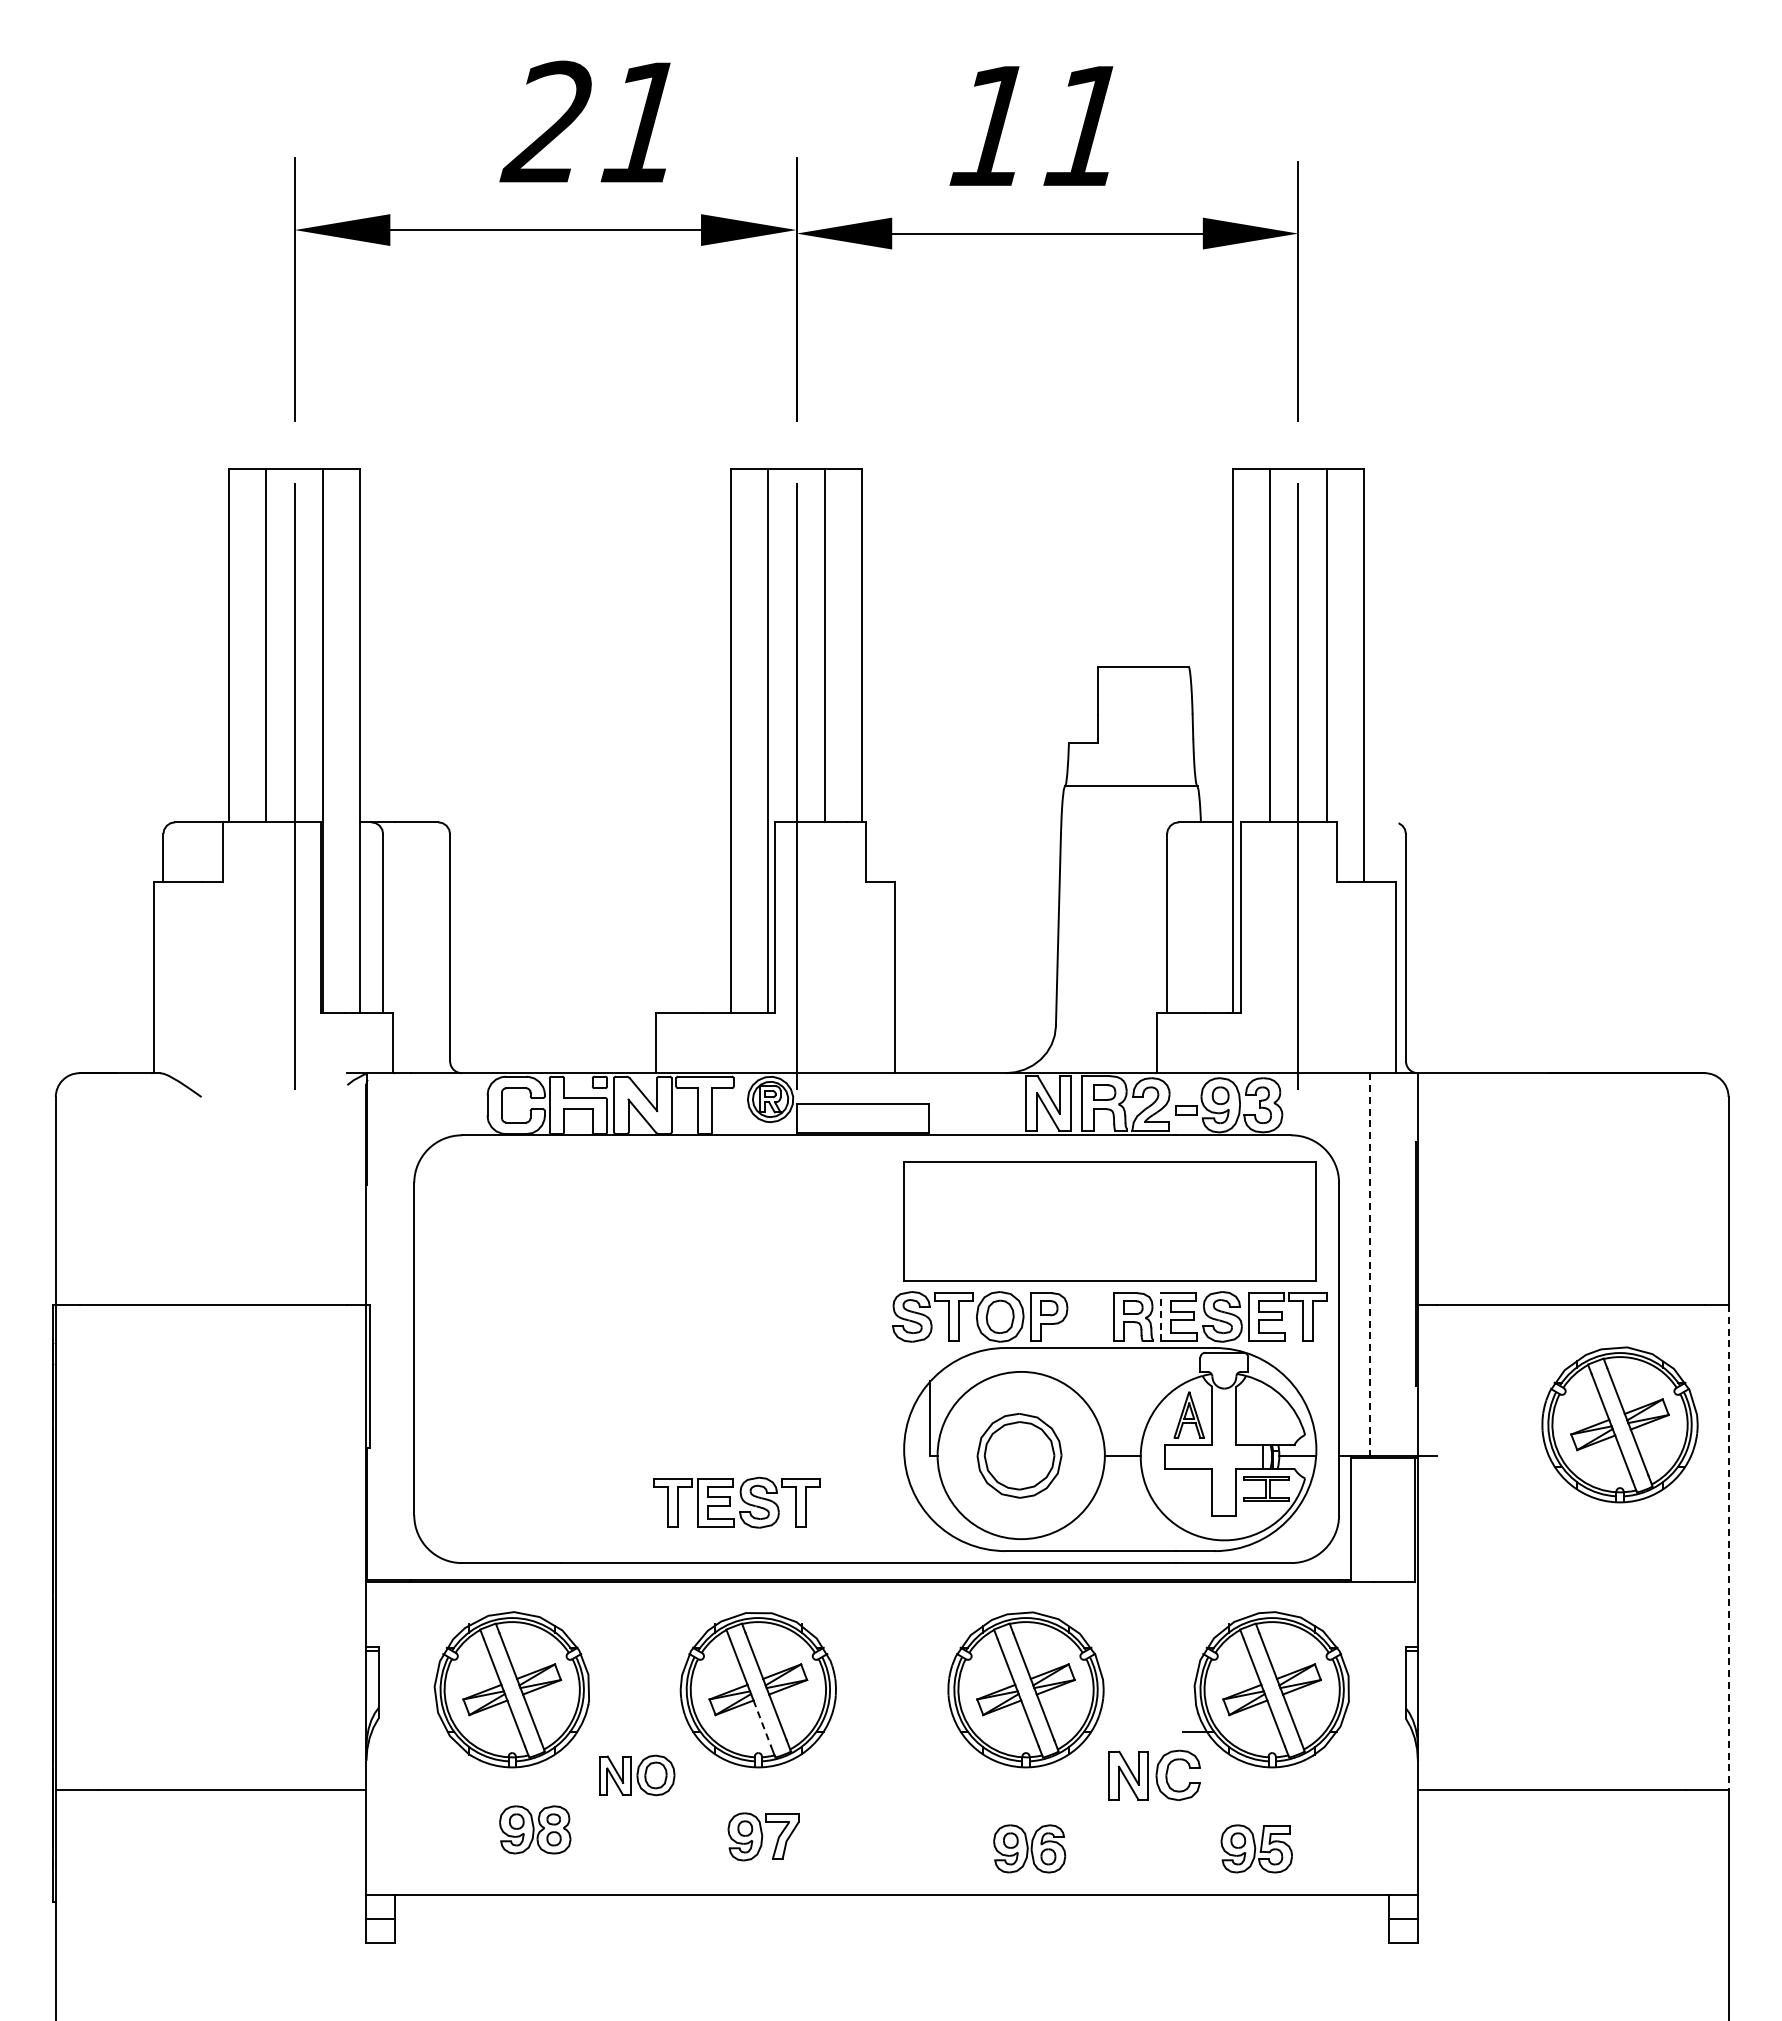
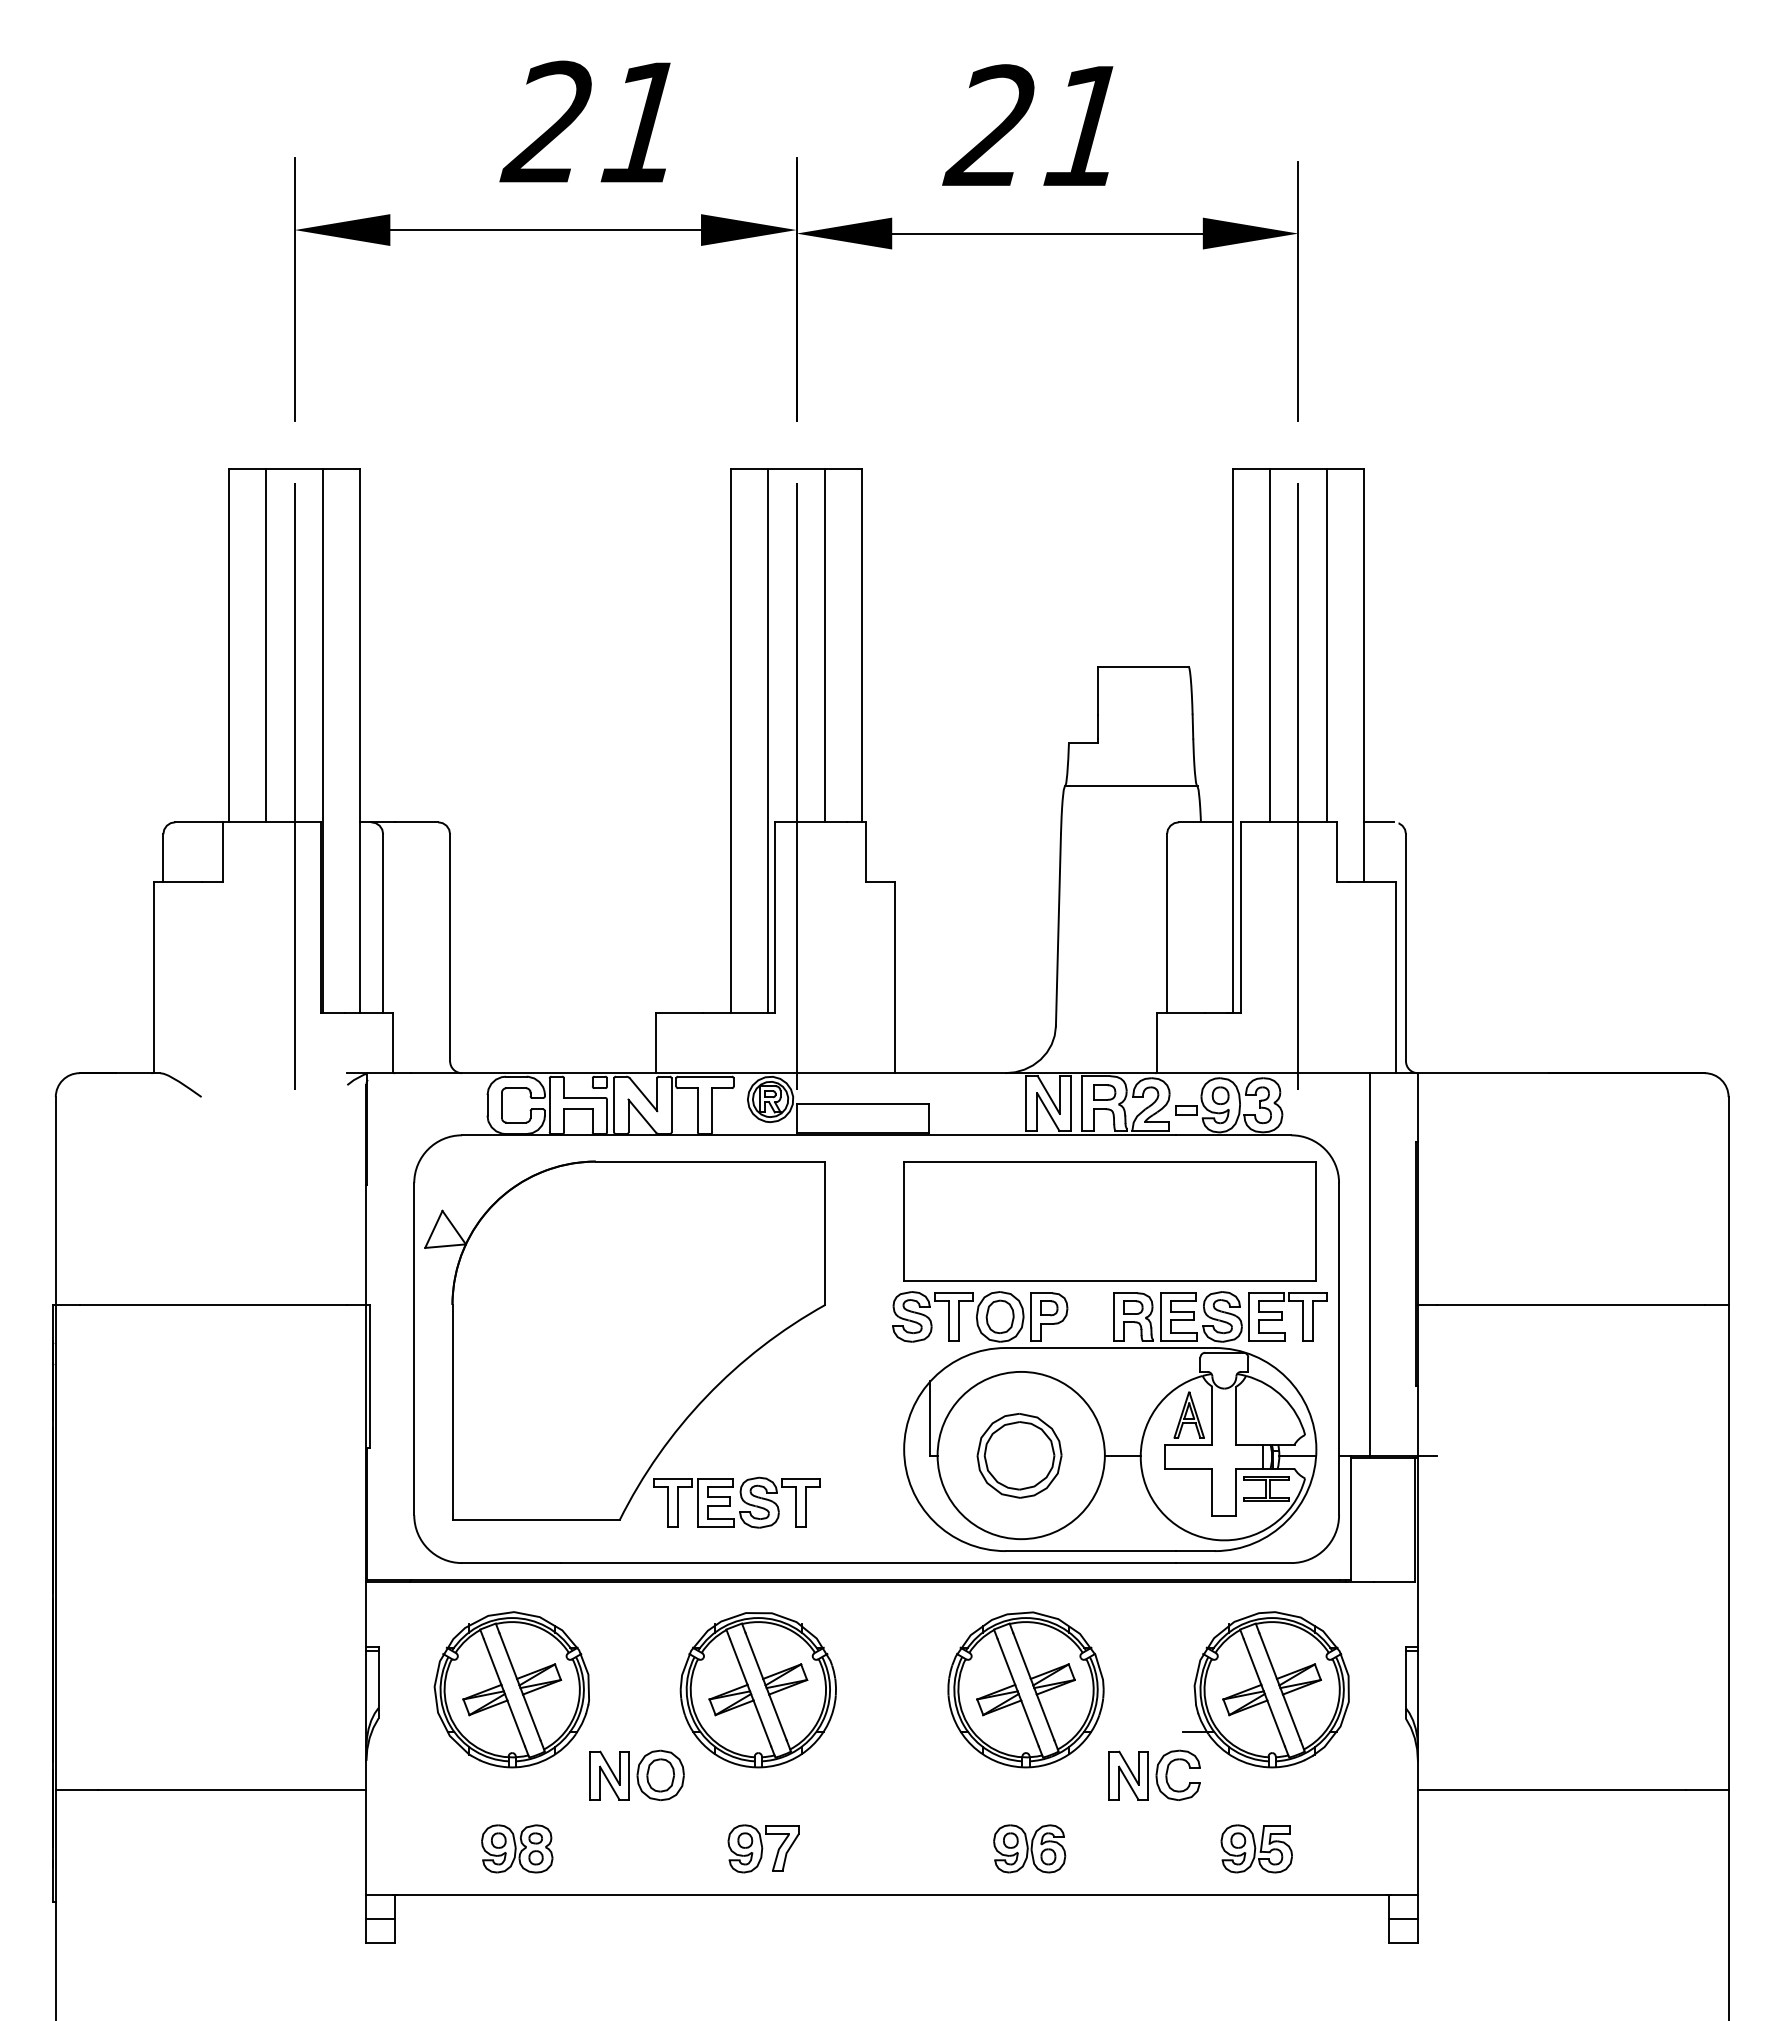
text at (988, 124): 11 -> 21
line at (1379, 822): none -> present
line at (1370, 1264): dashed -> solid
line at (1161, 1316): dashed -> solid
part at (624, 1340): none -> present
part at (1619, 1424): present -> none
line at (1728, 1547): dashed -> solid
line at (762, 1723): dashed -> solid
part at (637, 1775) size: 77x43 px -> 96x53 px
part at (535, 1829) position: (535, 1829) -> (517, 1848)
part at (763, 1836) position: (763, 1836) -> (763, 1848)
